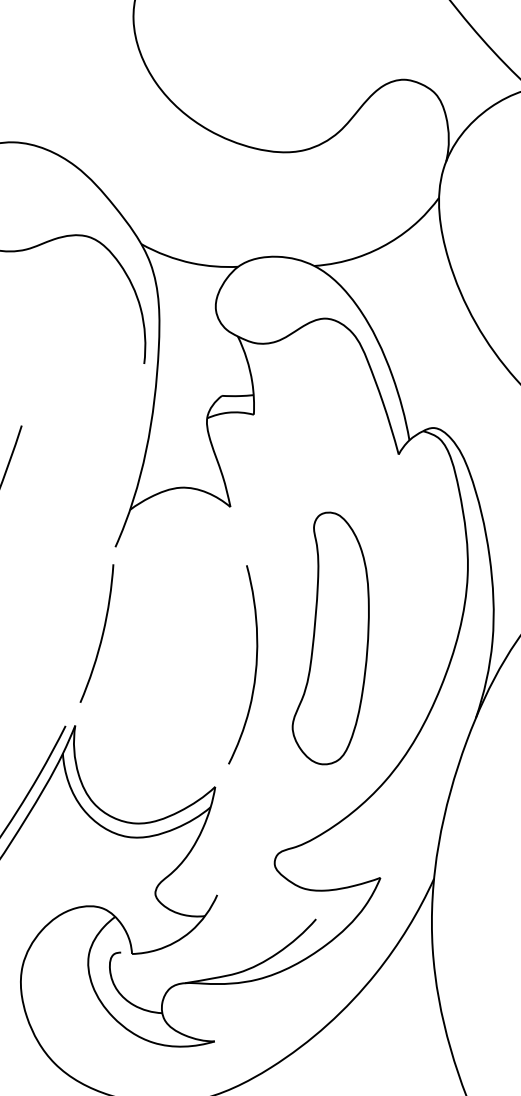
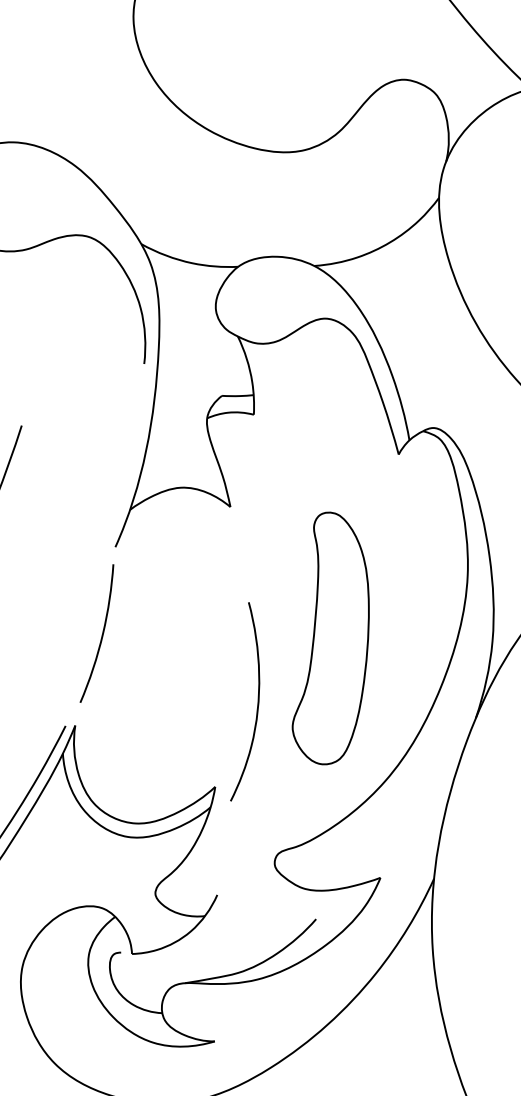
curve at (255, 664) position: (255, 664) -> (257, 701)
